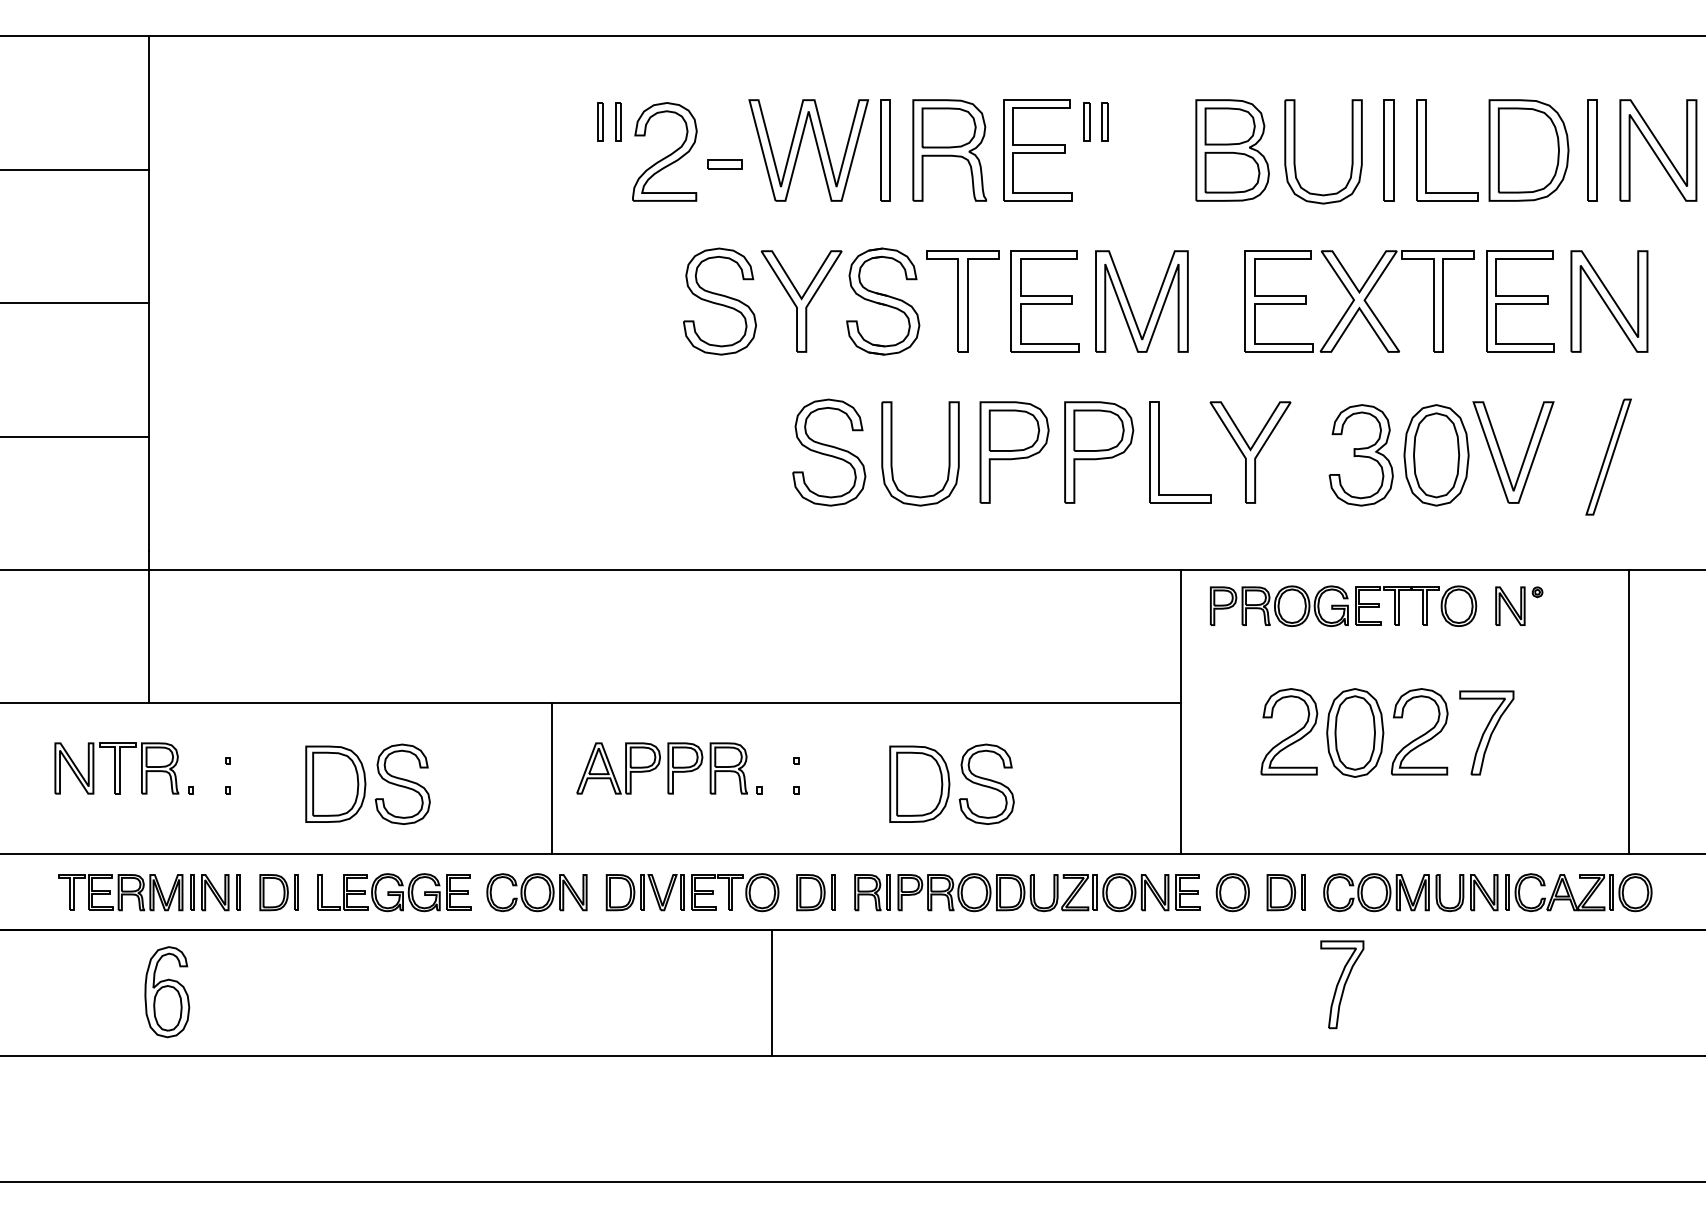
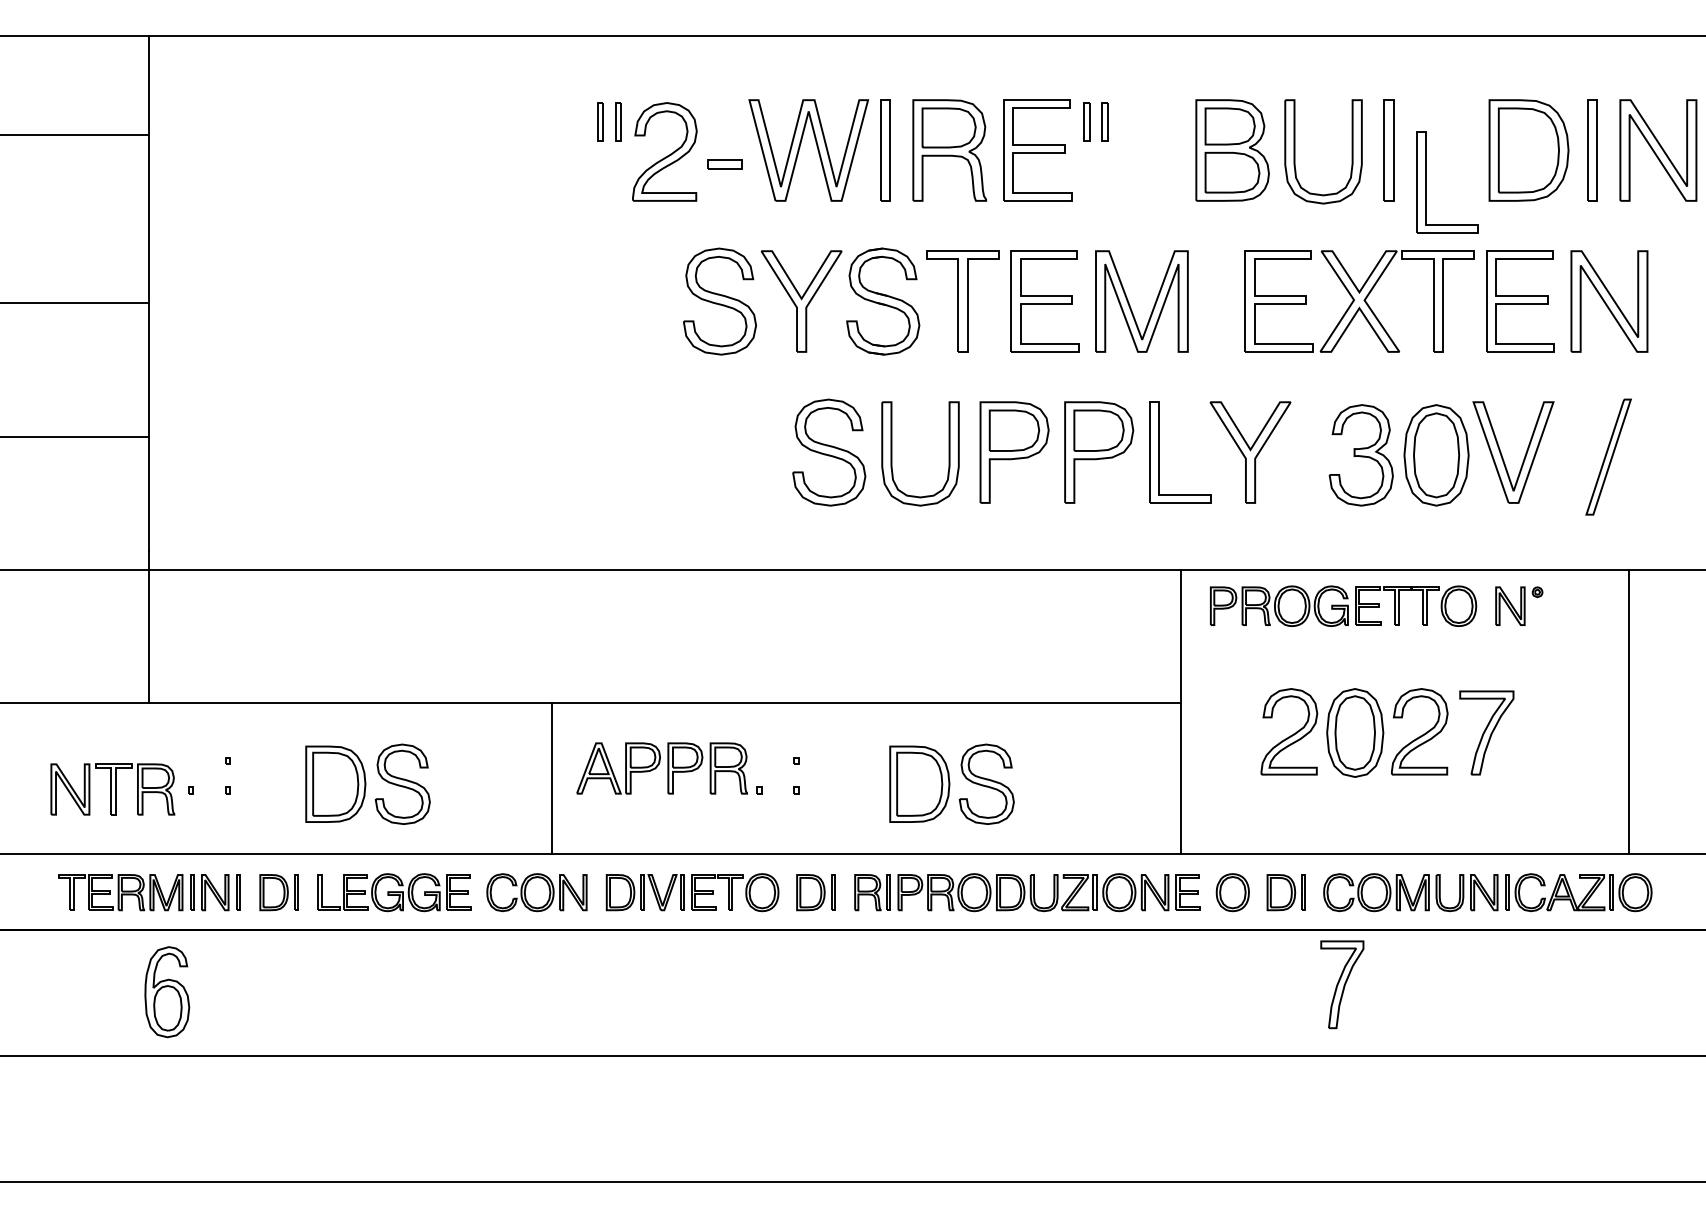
part at (1426, 150) position: (1426, 150) -> (1426, 182)
line at (75, 169) position: (75, 169) -> (75, 134)
part at (116, 768) position: (116, 768) -> (112, 789)
line at (772, 992): present -> none
